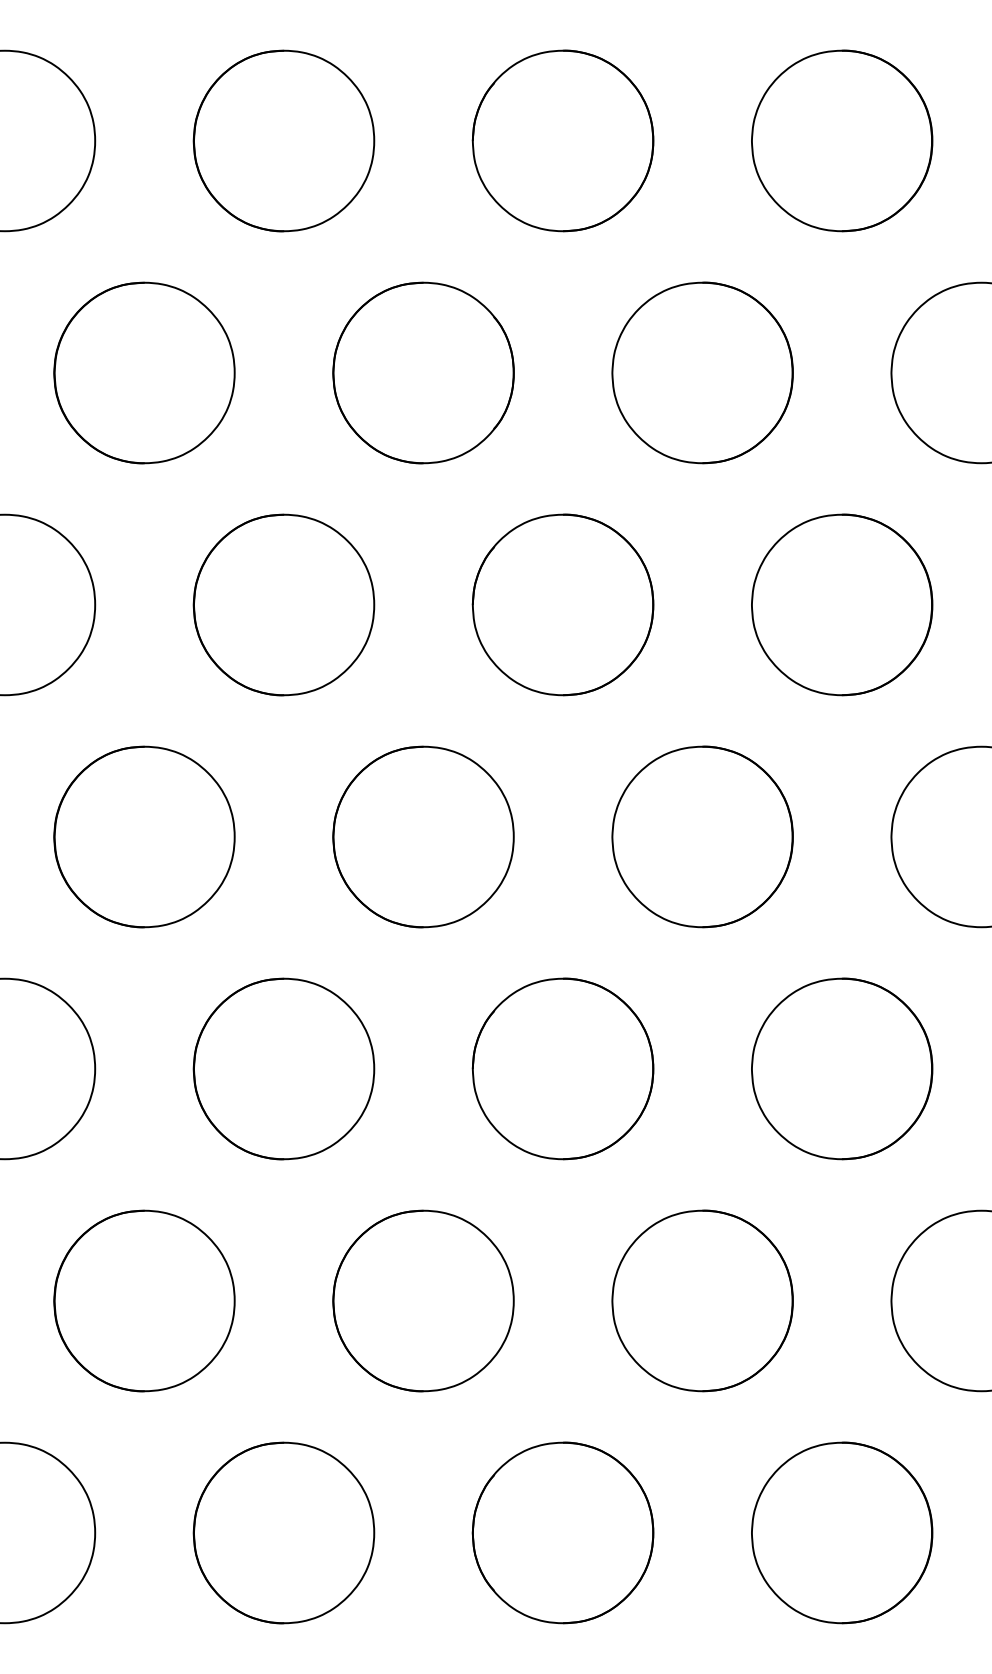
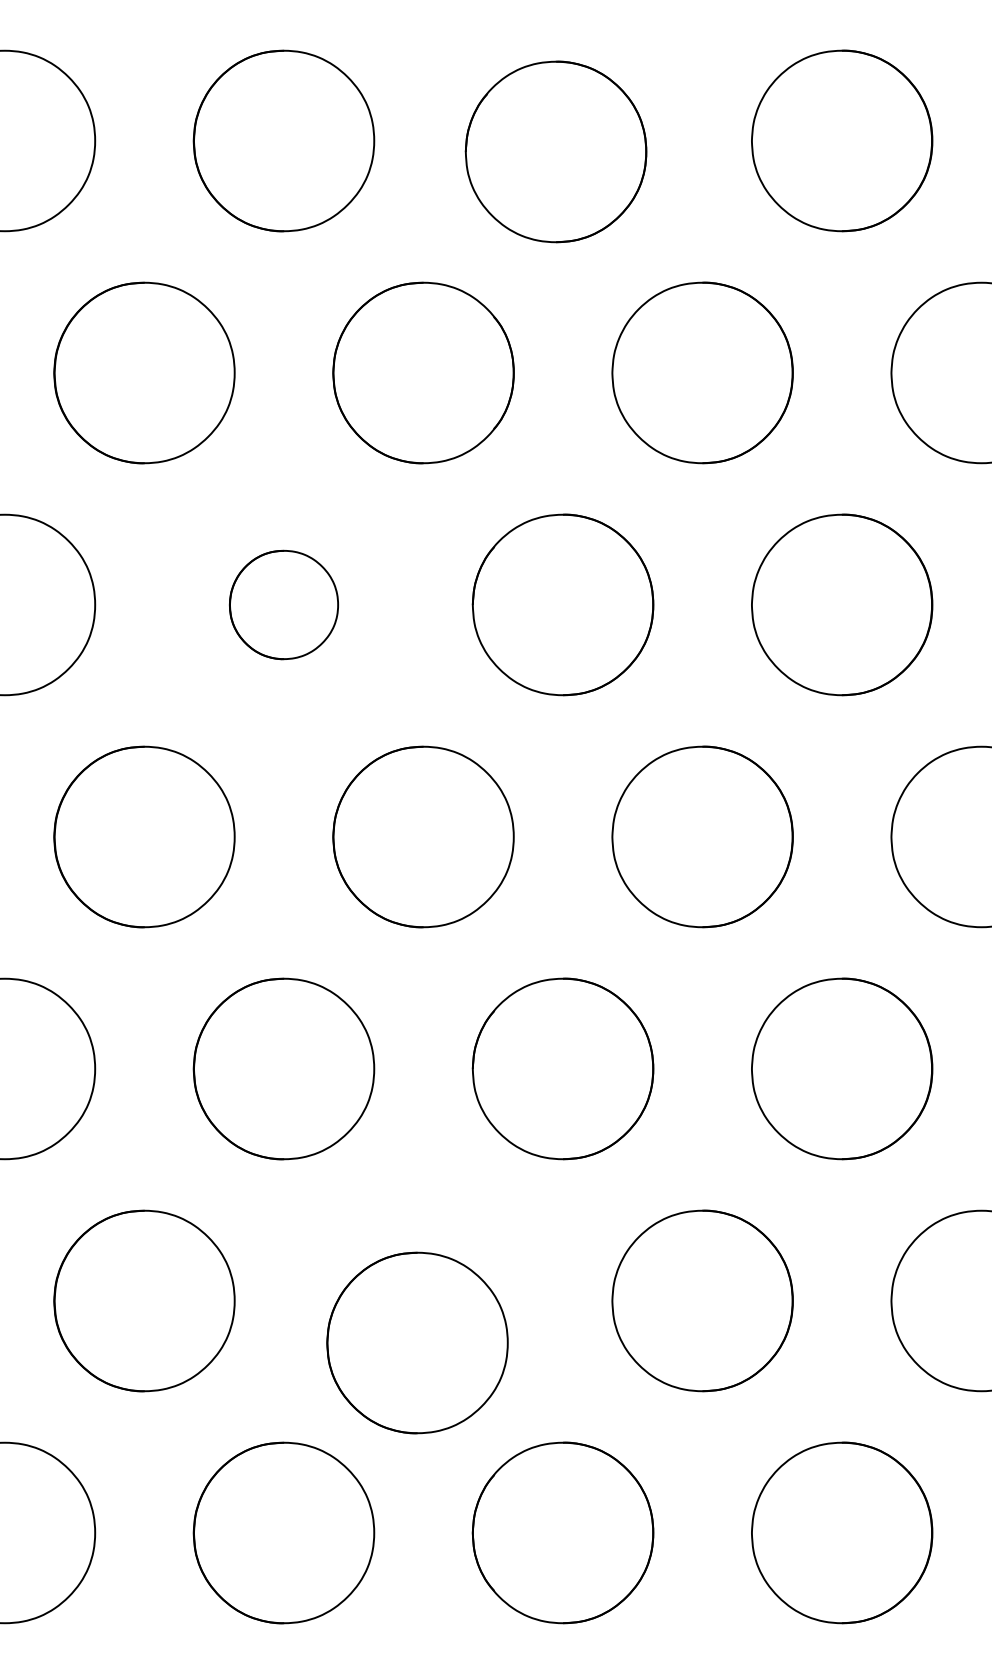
part at (562, 140) position: (562, 140) -> (555, 151)
part at (283, 604) size: 184x184 px -> 110x112 px
part at (423, 1300) position: (423, 1300) -> (417, 1342)
